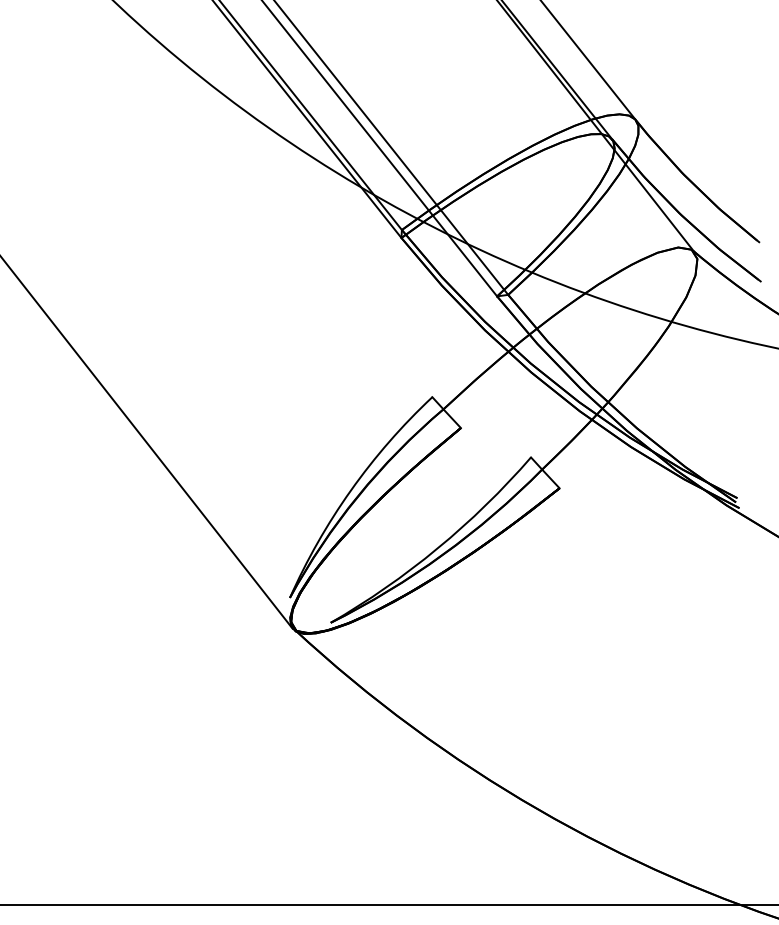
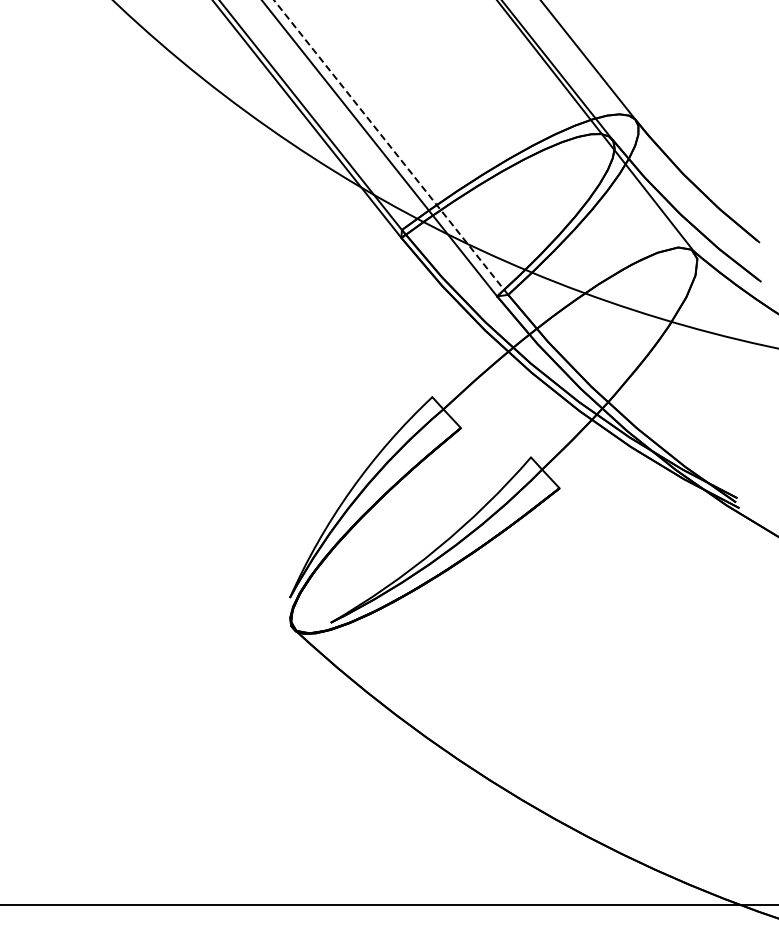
line at (391, 147): solid -> dashed
line at (147, 443): present -> none
